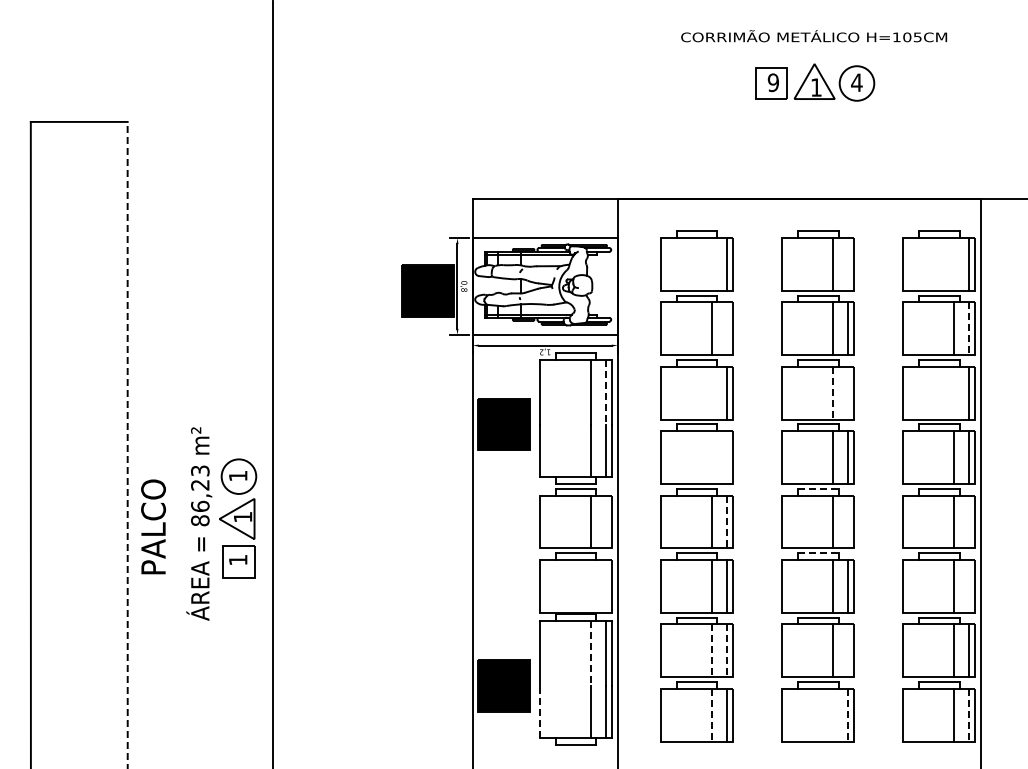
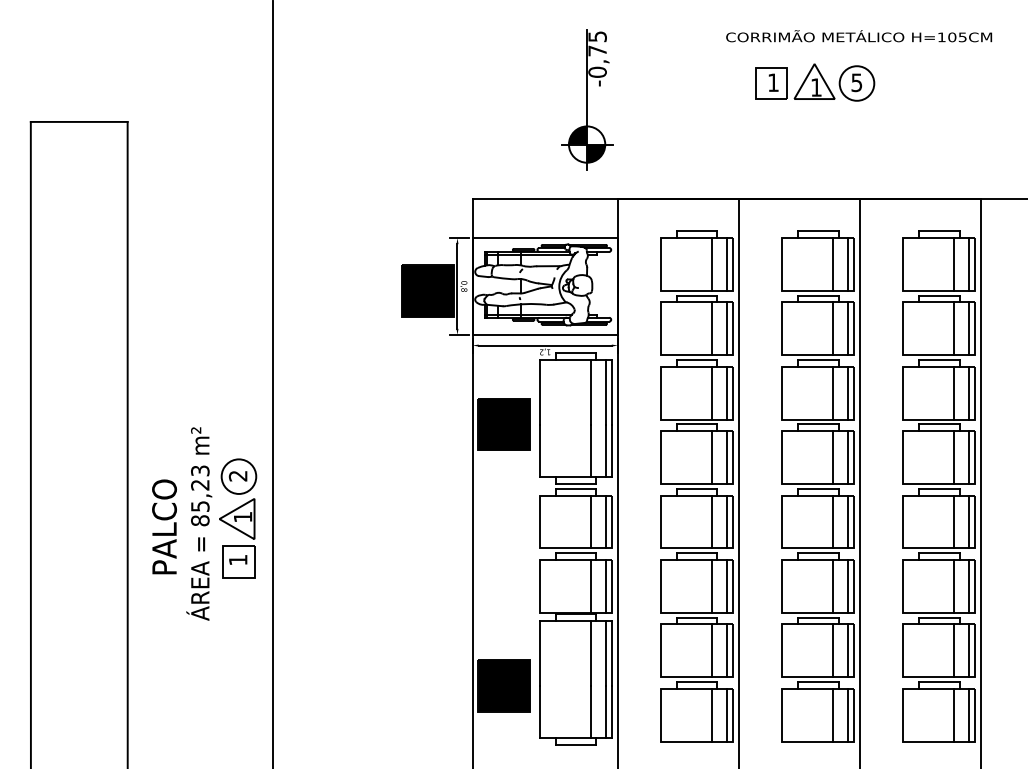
text at (814, 36) position: (814, 36) -> (859, 36)
text at (772, 82): 9 -> 1
text at (856, 82): 4 -> 5
part at (587, 99): none -> present
line at (712, 264): none -> present
line at (847, 264): none -> present
line at (954, 264): none -> present
line at (726, 328): none -> present
line at (968, 329): dashed -> solid
line at (605, 392): dashed -> solid
line at (712, 392): none -> present
line at (847, 392): none -> present
line at (954, 392): none -> present
line at (833, 393): dashed -> solid
line at (127, 444): dashed -> solid
line at (712, 457): none -> present
line at (726, 457): none -> present
text at (237, 476): 1 -> 2
line at (738, 482): none -> present
line at (859, 482): none -> present
line at (818, 488): dashed -> solid
text at (200, 505): 86,23 -> 85,23
line at (605, 521): none -> present
line at (847, 521): none -> present
line at (968, 521): none -> present
line at (726, 522): dashed -> solid
text at (153, 526) position: (153, 526) -> (164, 526)
line at (818, 553): dashed -> solid
line at (591, 586): none -> present
line at (605, 586): none -> present
line at (968, 586): none -> present
line at (847, 650): none -> present
line at (712, 651): dashed -> solid
line at (726, 651): dashed -> solid
line at (591, 654): dashed -> solid
line at (540, 711): dashed -> solid
line at (833, 714): none -> present
line at (712, 715): dashed -> solid
line at (847, 715): dashed -> solid
line at (968, 715): dashed -> solid
